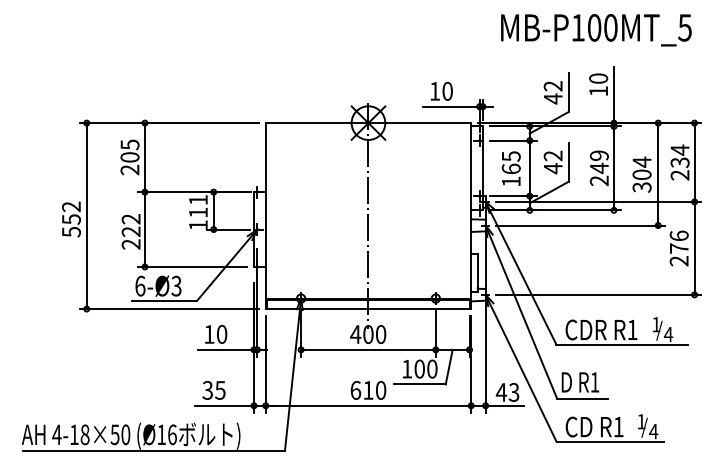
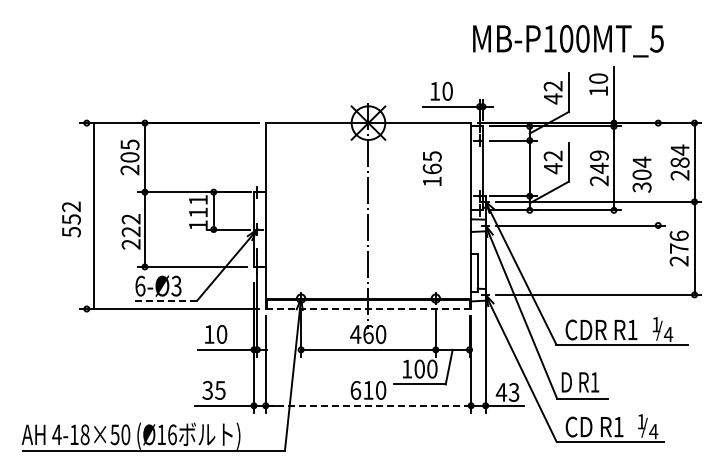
text at (596, 30) position: (596, 30) -> (568, 41)
text at (679, 162): 234 -> 284
text at (510, 168) position: (510, 168) -> (431, 168)
line at (658, 174): present -> none
line at (86, 216) position: (86, 216) -> (93, 216)
line at (164, 300): solid -> dashed
line at (368, 309): solid -> dashed
text at (368, 334): 400 -> 460
line at (368, 405): solid -> dashed
